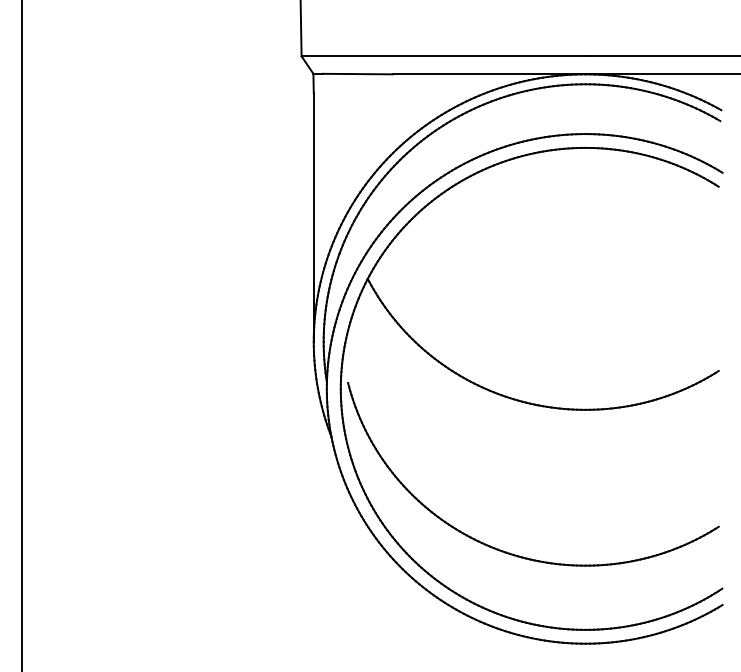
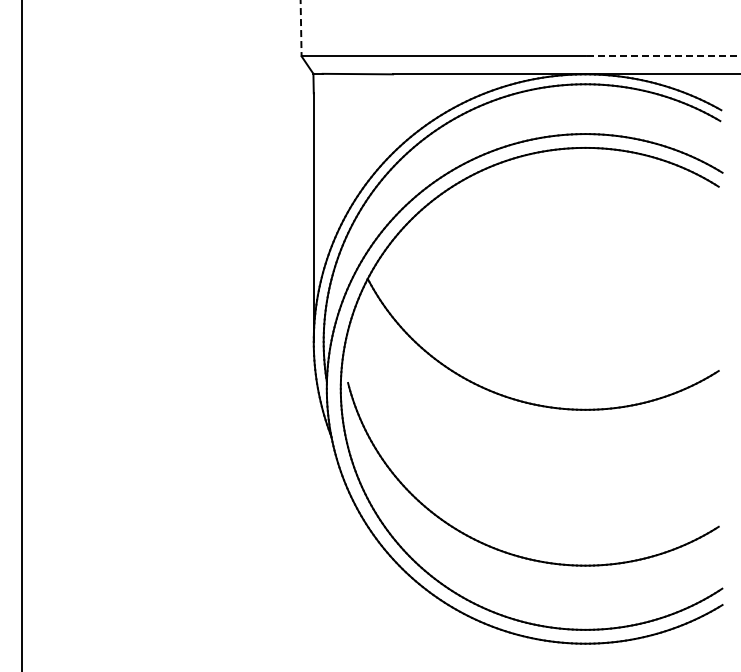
line at (301, 28): solid -> dashed
line at (662, 56): solid -> dashed
